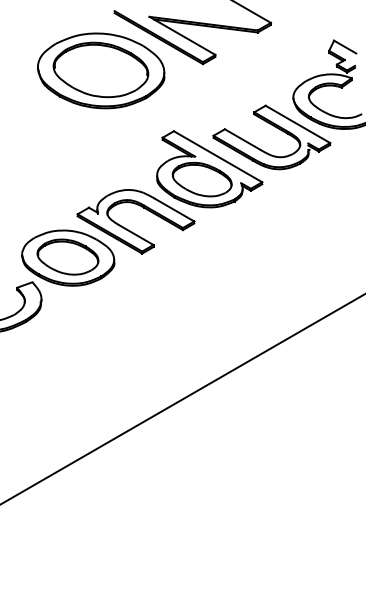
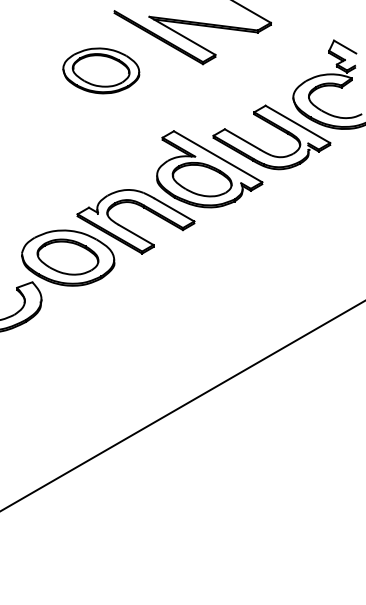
part at (101, 70) size: 129x78 px -> 79x48 px
line at (182, 399) position: (182, 399) -> (182, 406)
